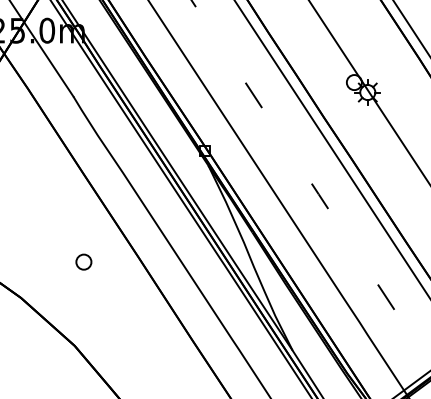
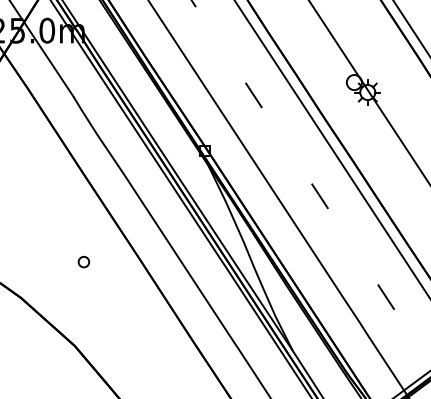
part at (83, 261) size: 18x18 px -> 14x13 px
